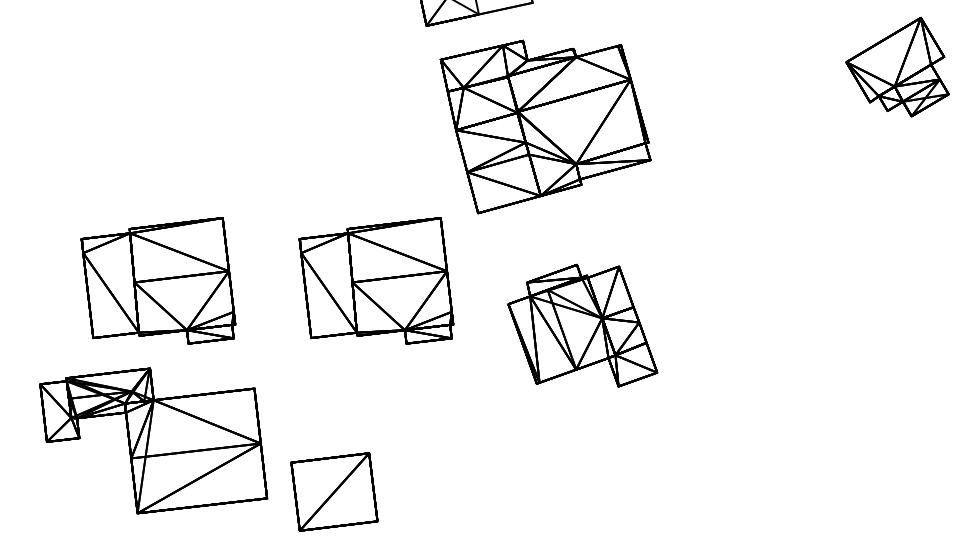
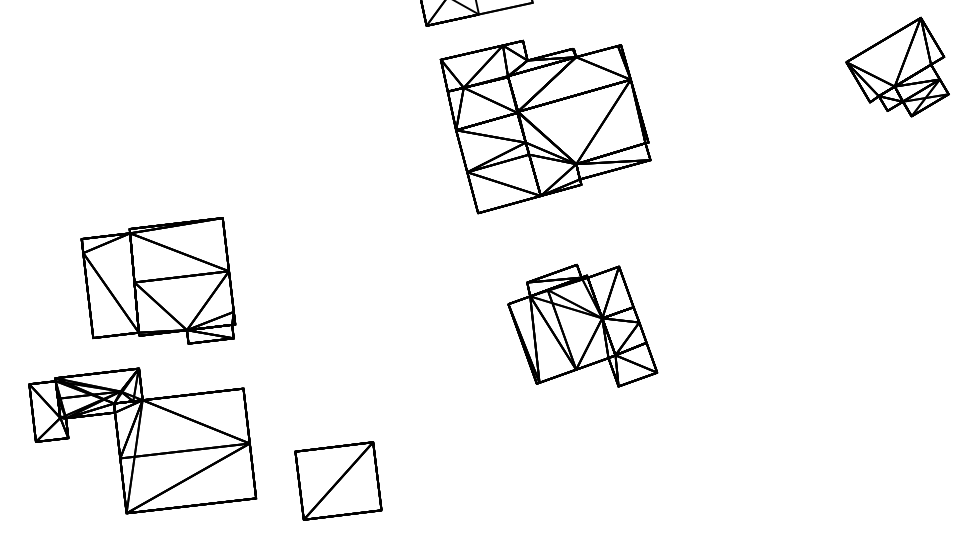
part at (376, 280): present -> none
part at (153, 440) position: (153, 440) -> (142, 440)
part at (334, 491) position: (334, 491) -> (338, 480)
